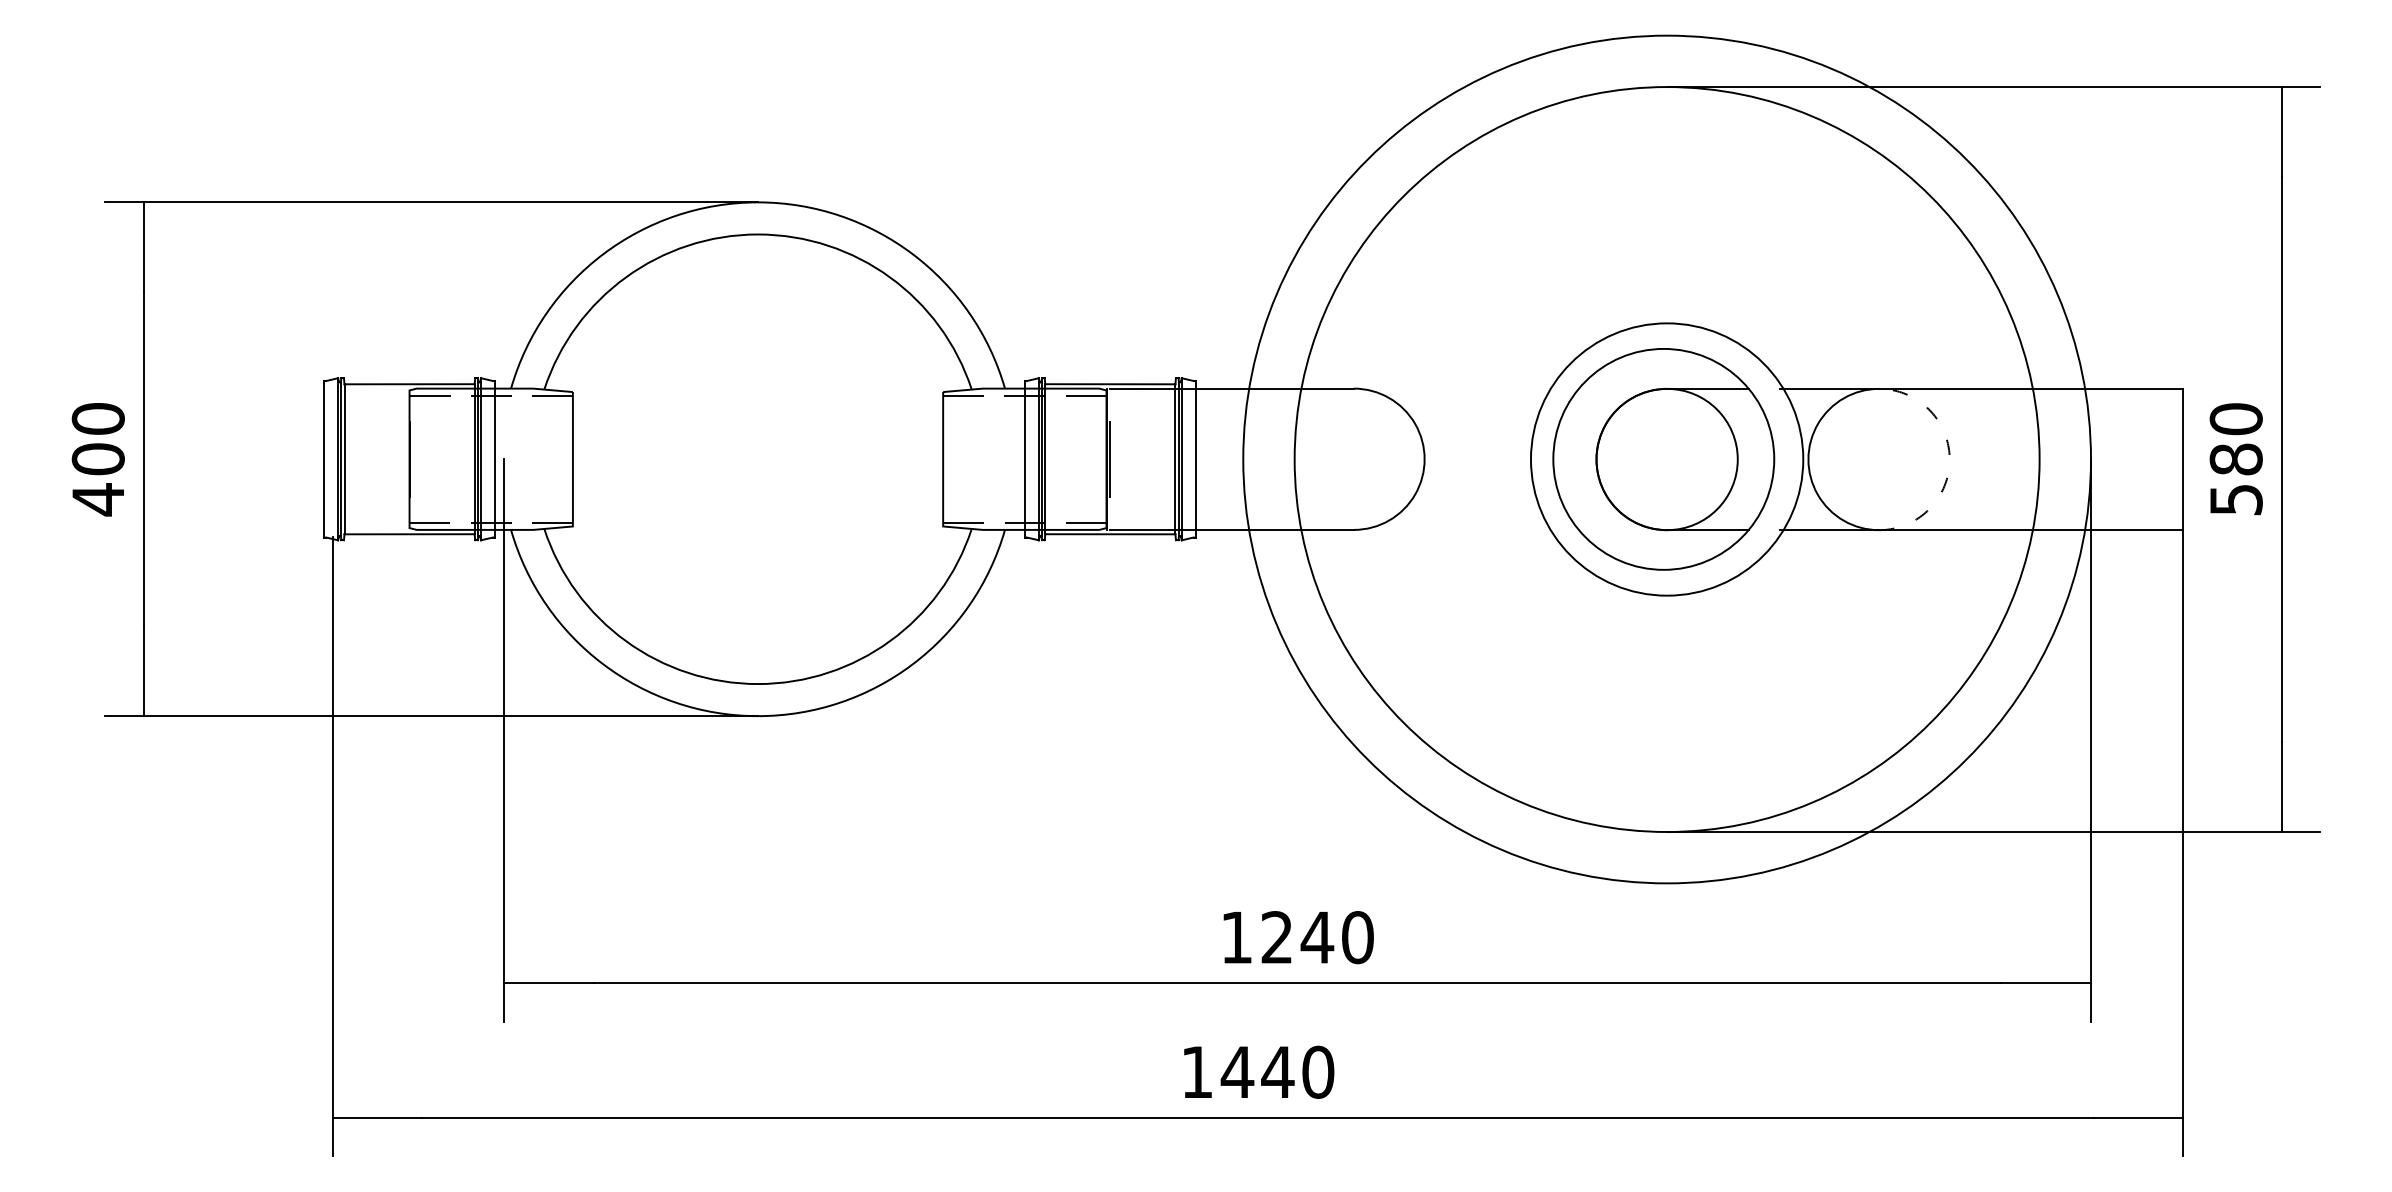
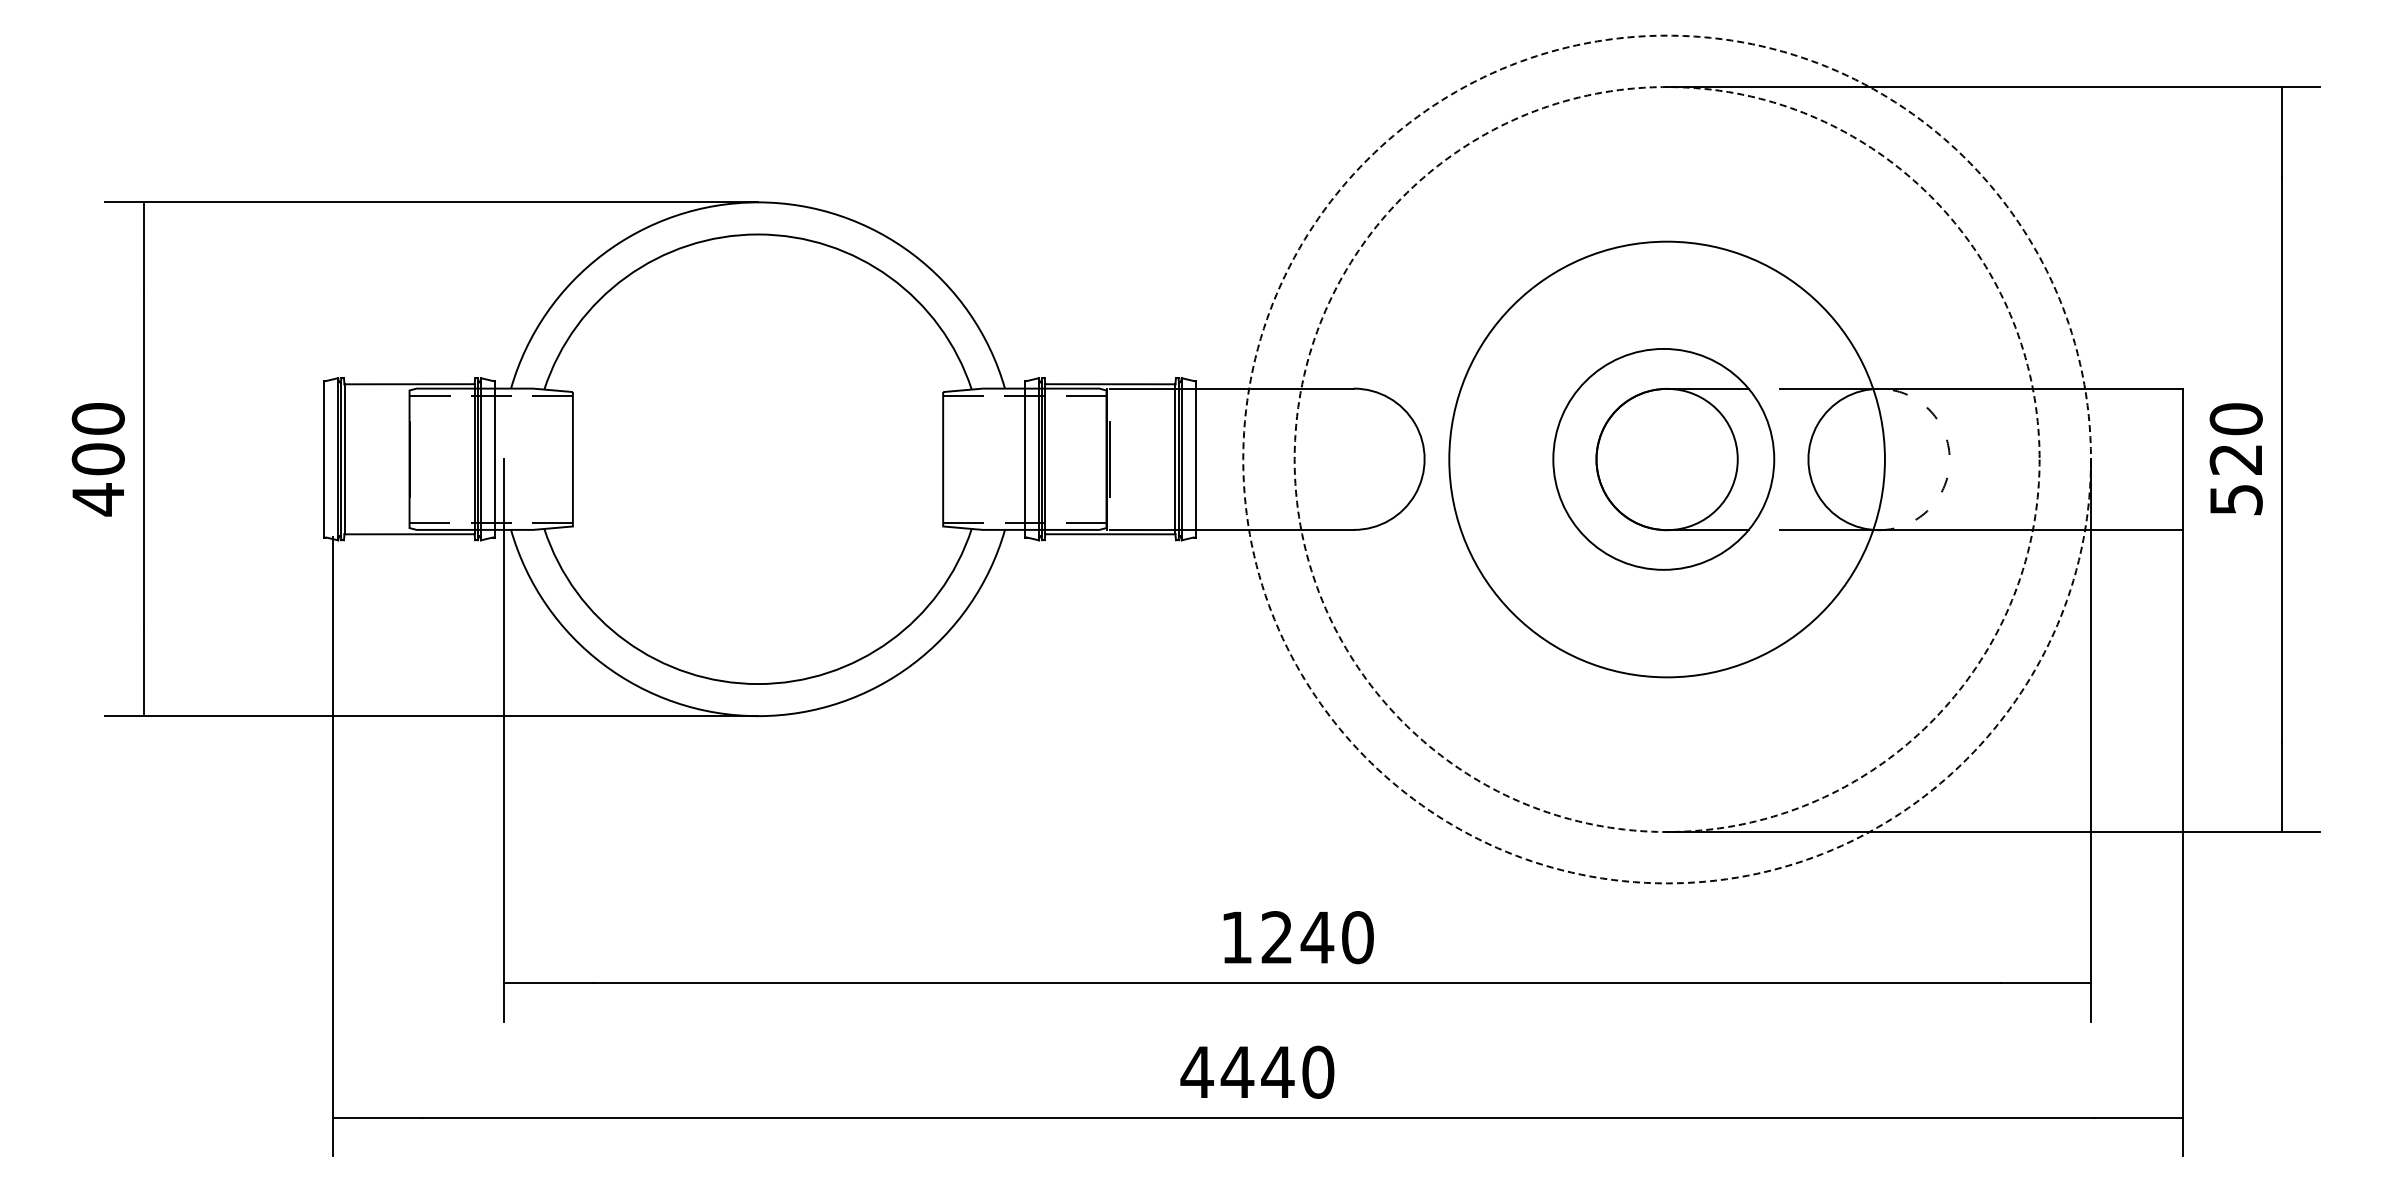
circle at (1666, 459) diameter: 272 px -> 436 px
circle at (1666, 459): solid -> dashed
circle at (1666, 459): solid -> dashed
text at (2235, 459): 580 -> 520
text at (1196, 1071): 1440 -> 4440
